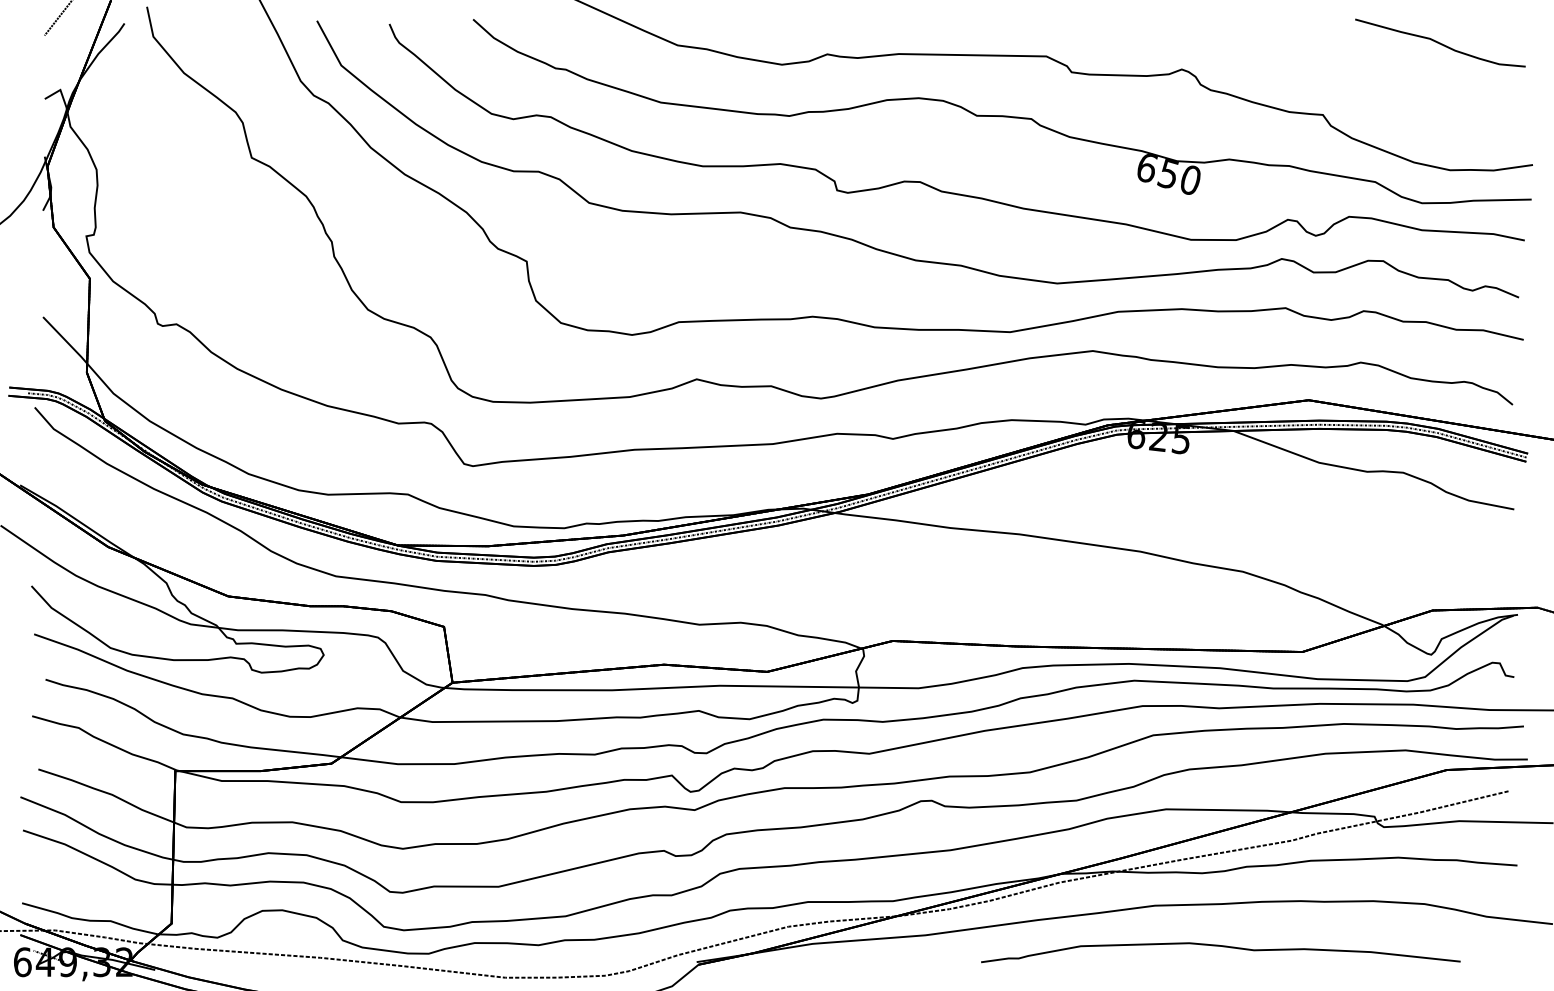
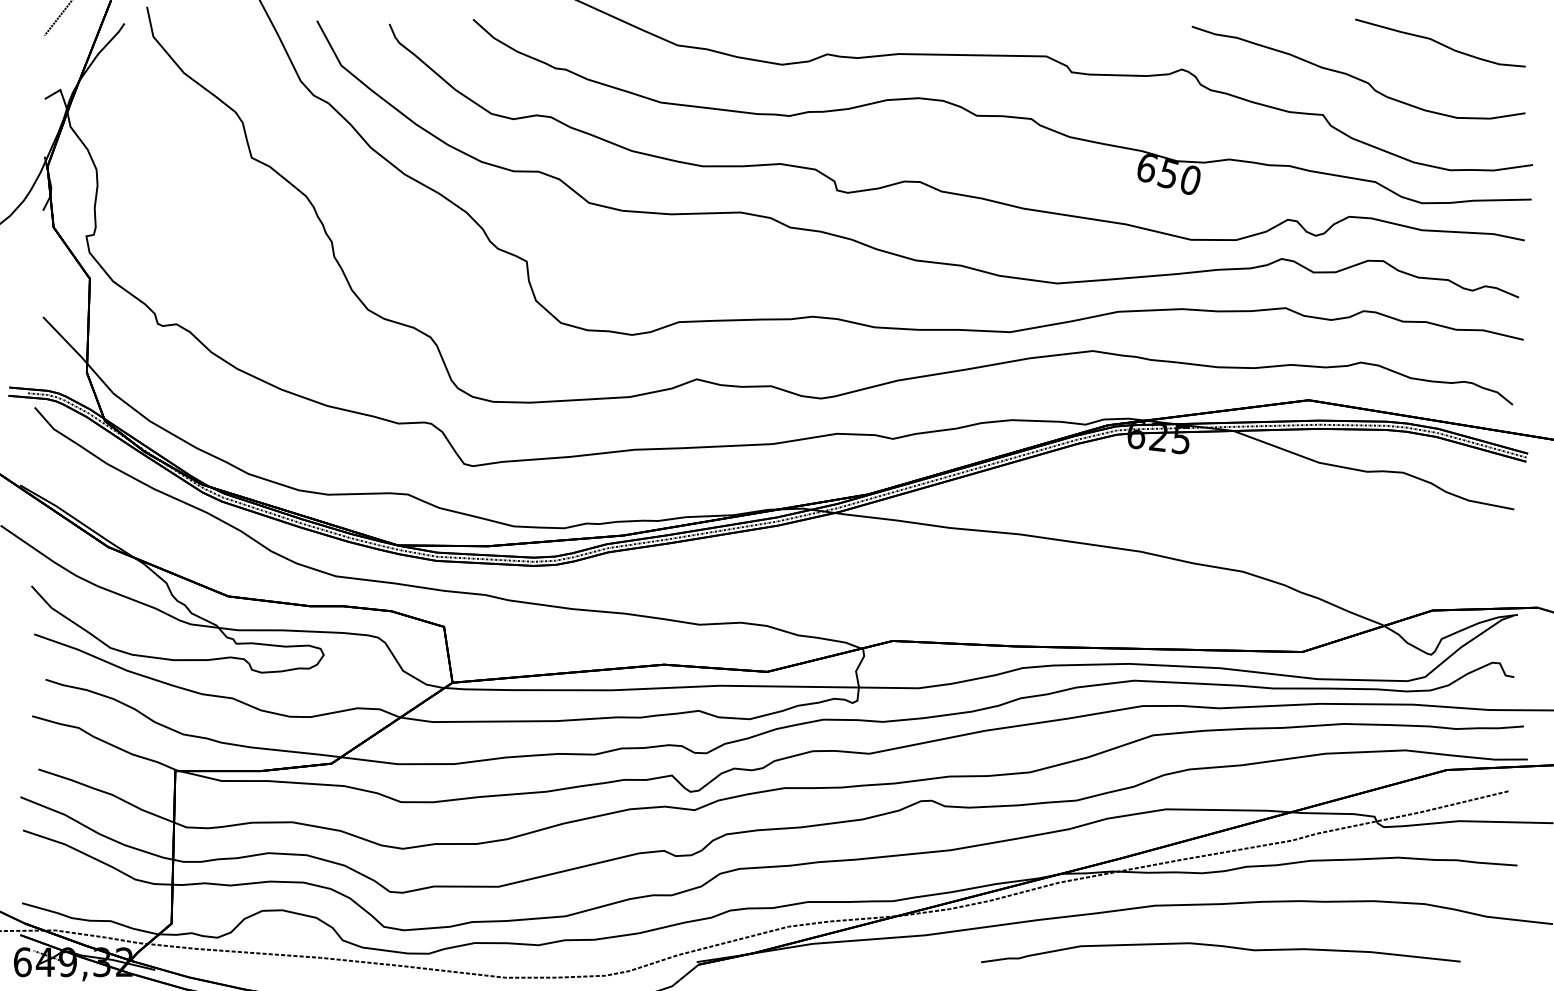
part at (1358, 72): none -> present
